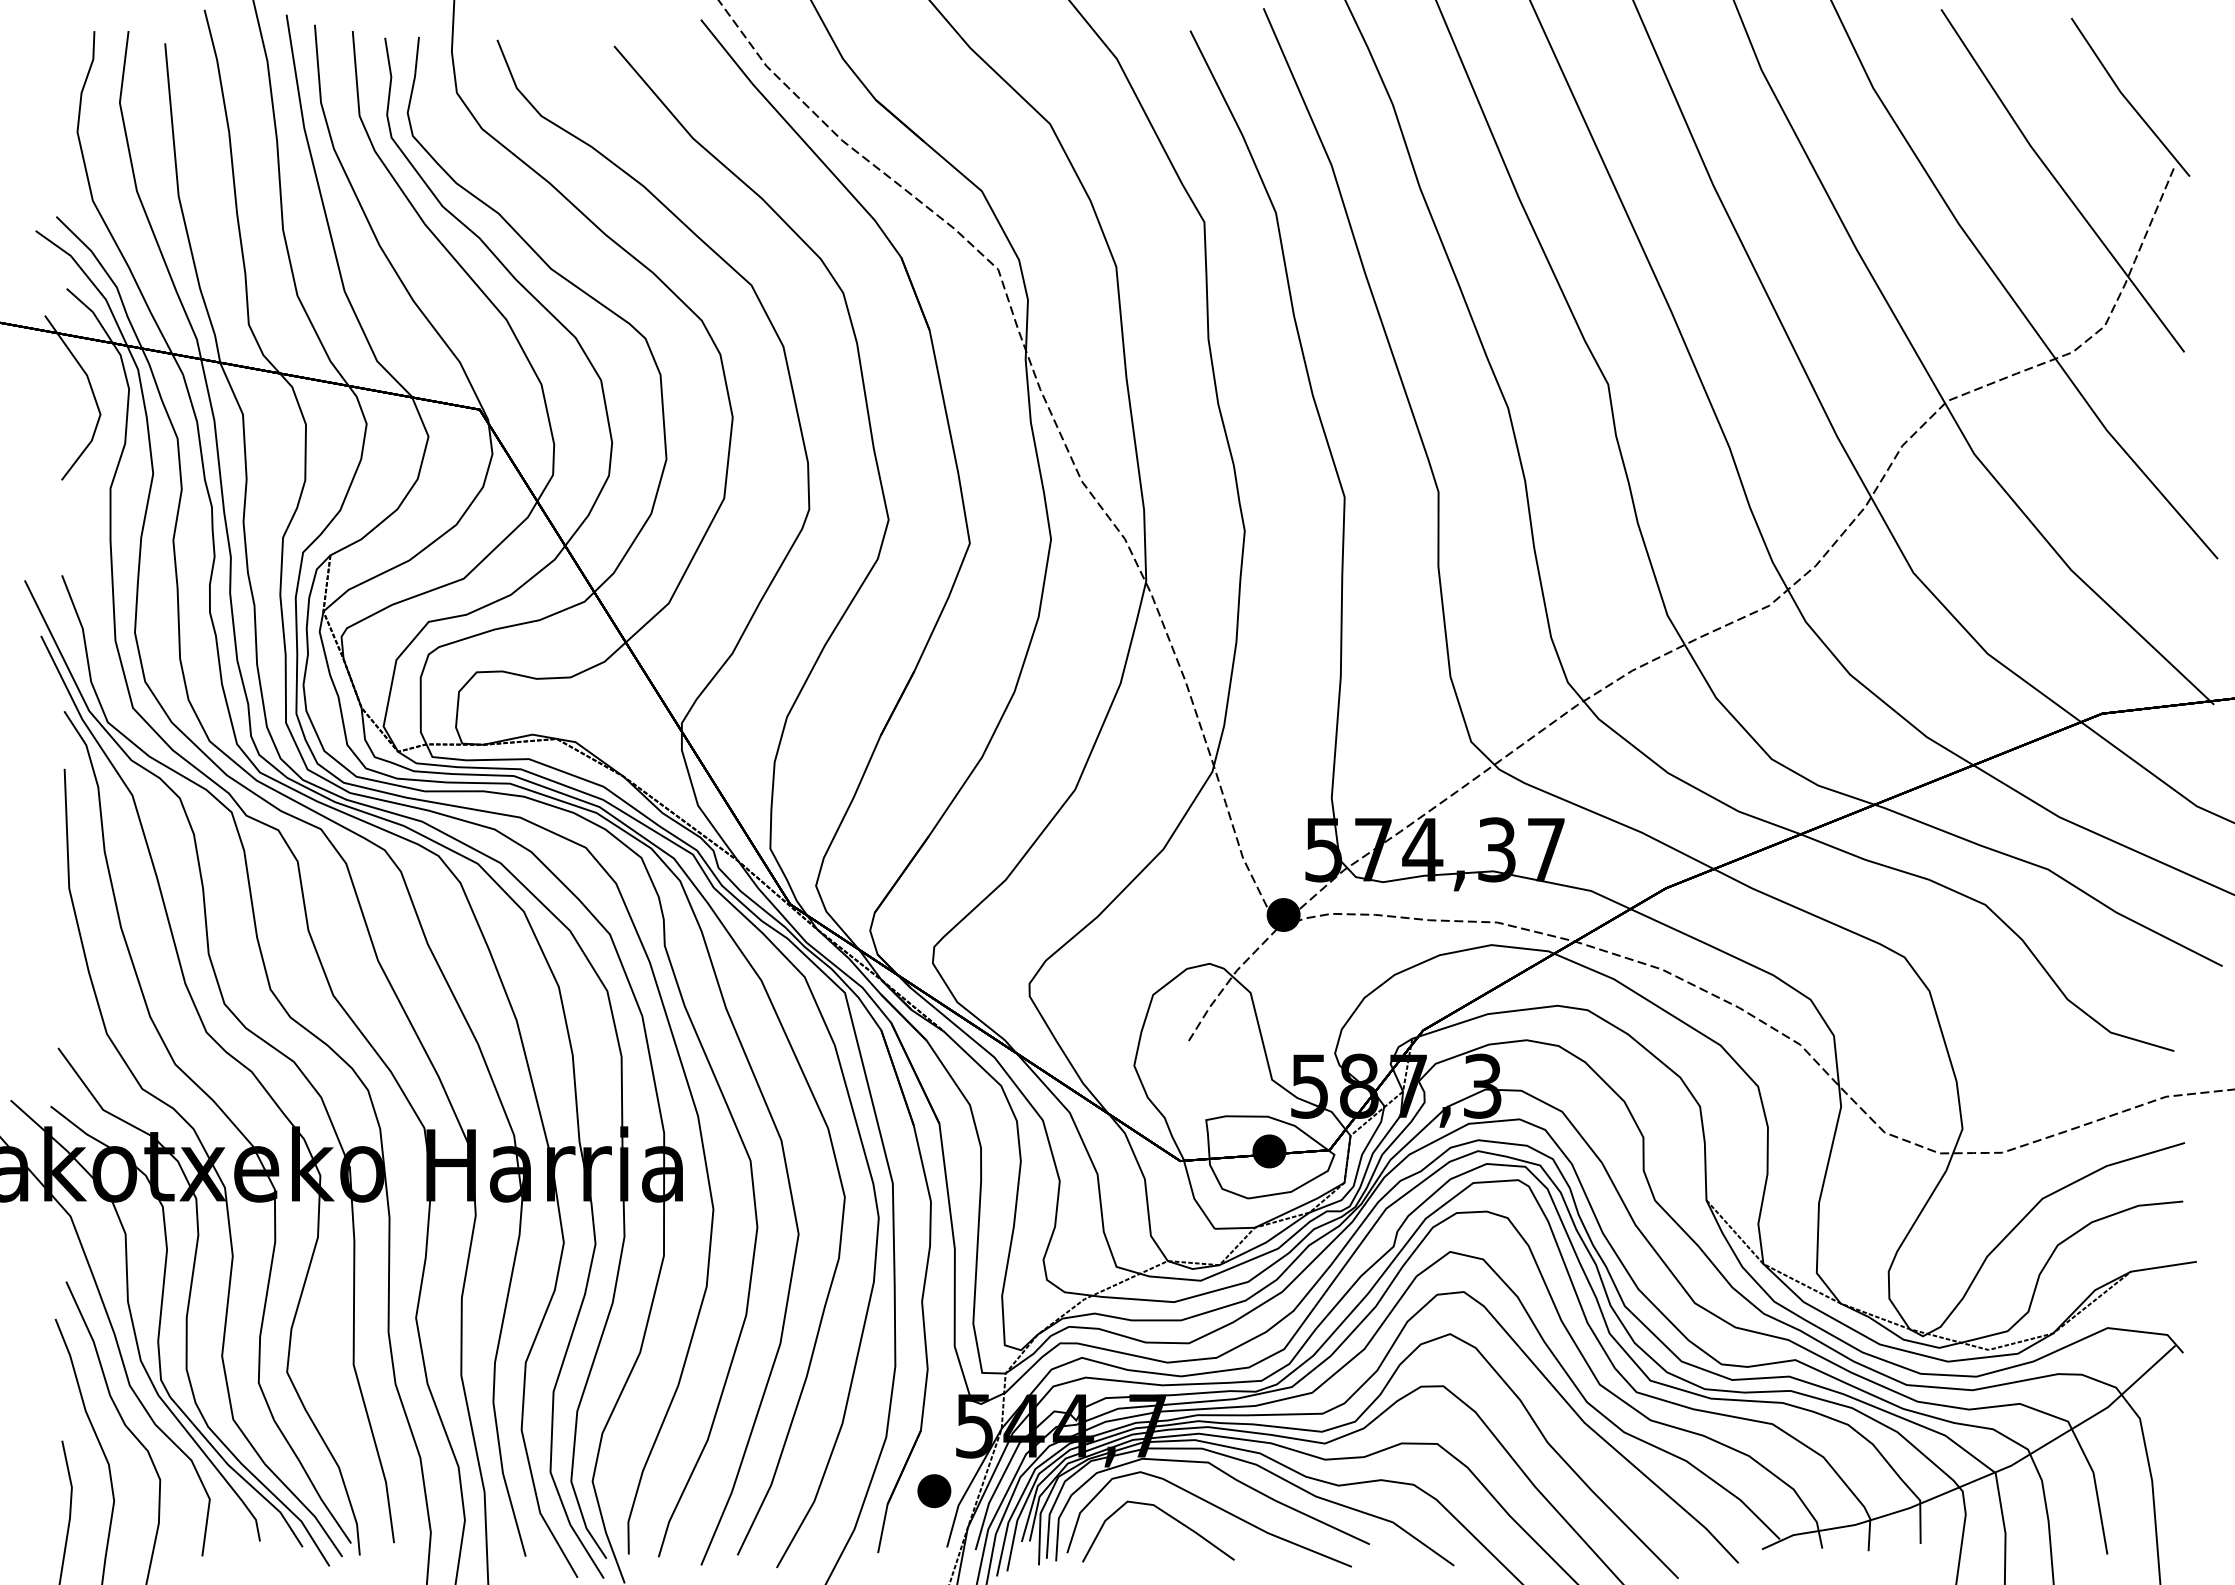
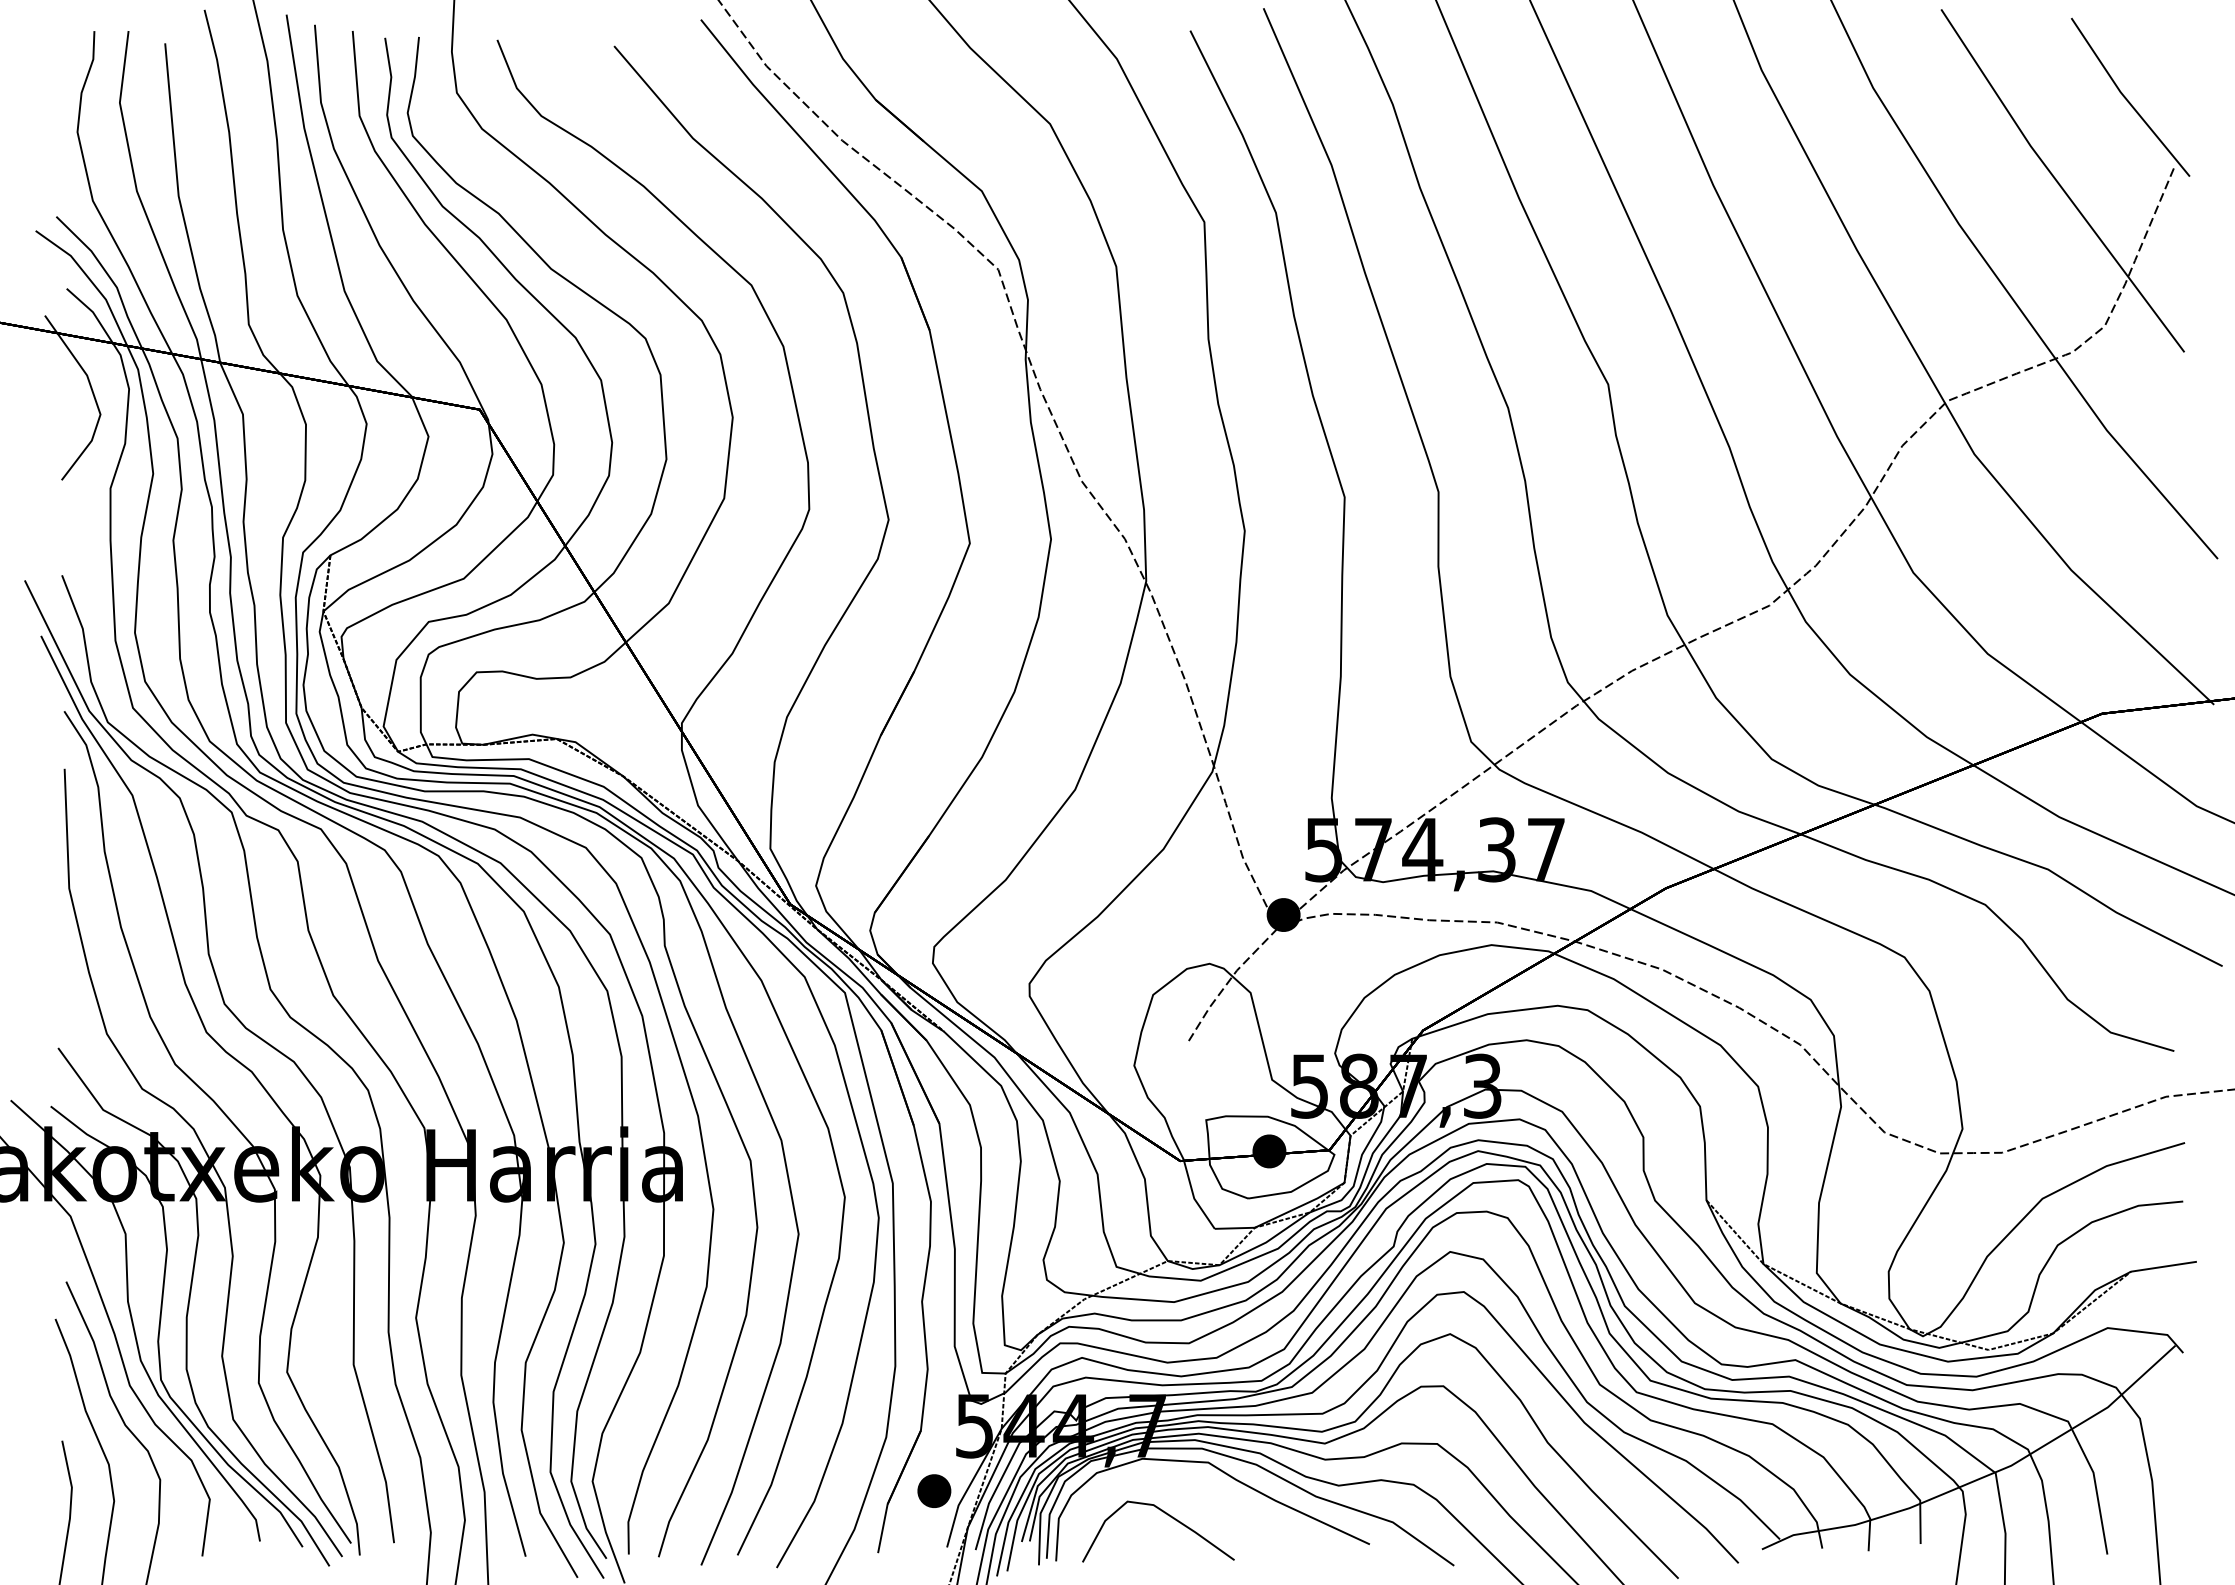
part at (1215, 1507): present -> none
